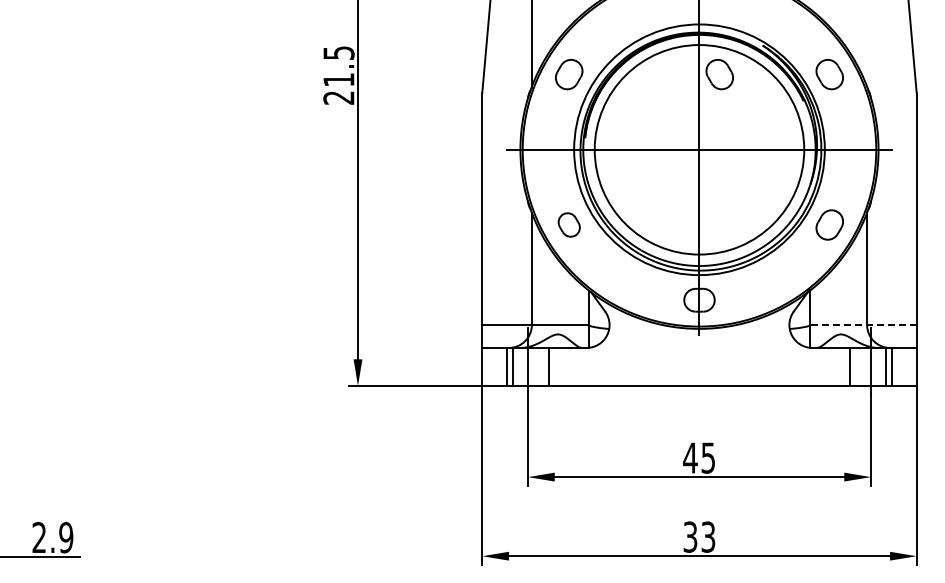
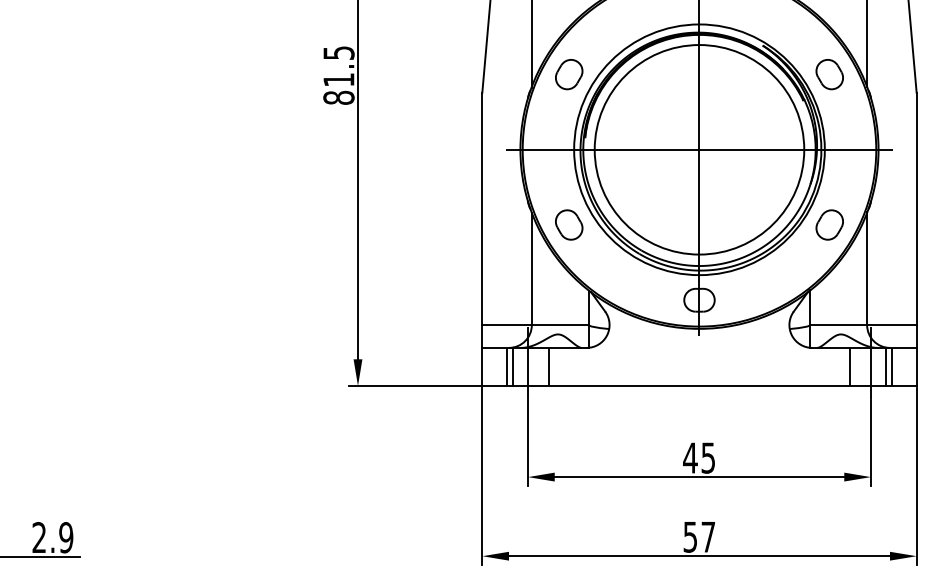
line at (867, 44): none -> present
part at (719, 74): present -> none
text at (338, 97): 21.5 -> 81.5
part at (568, 224) size: 24x26 px -> 29x32 px
line at (862, 325): dashed -> solid
text at (699, 536): 33 -> 57
